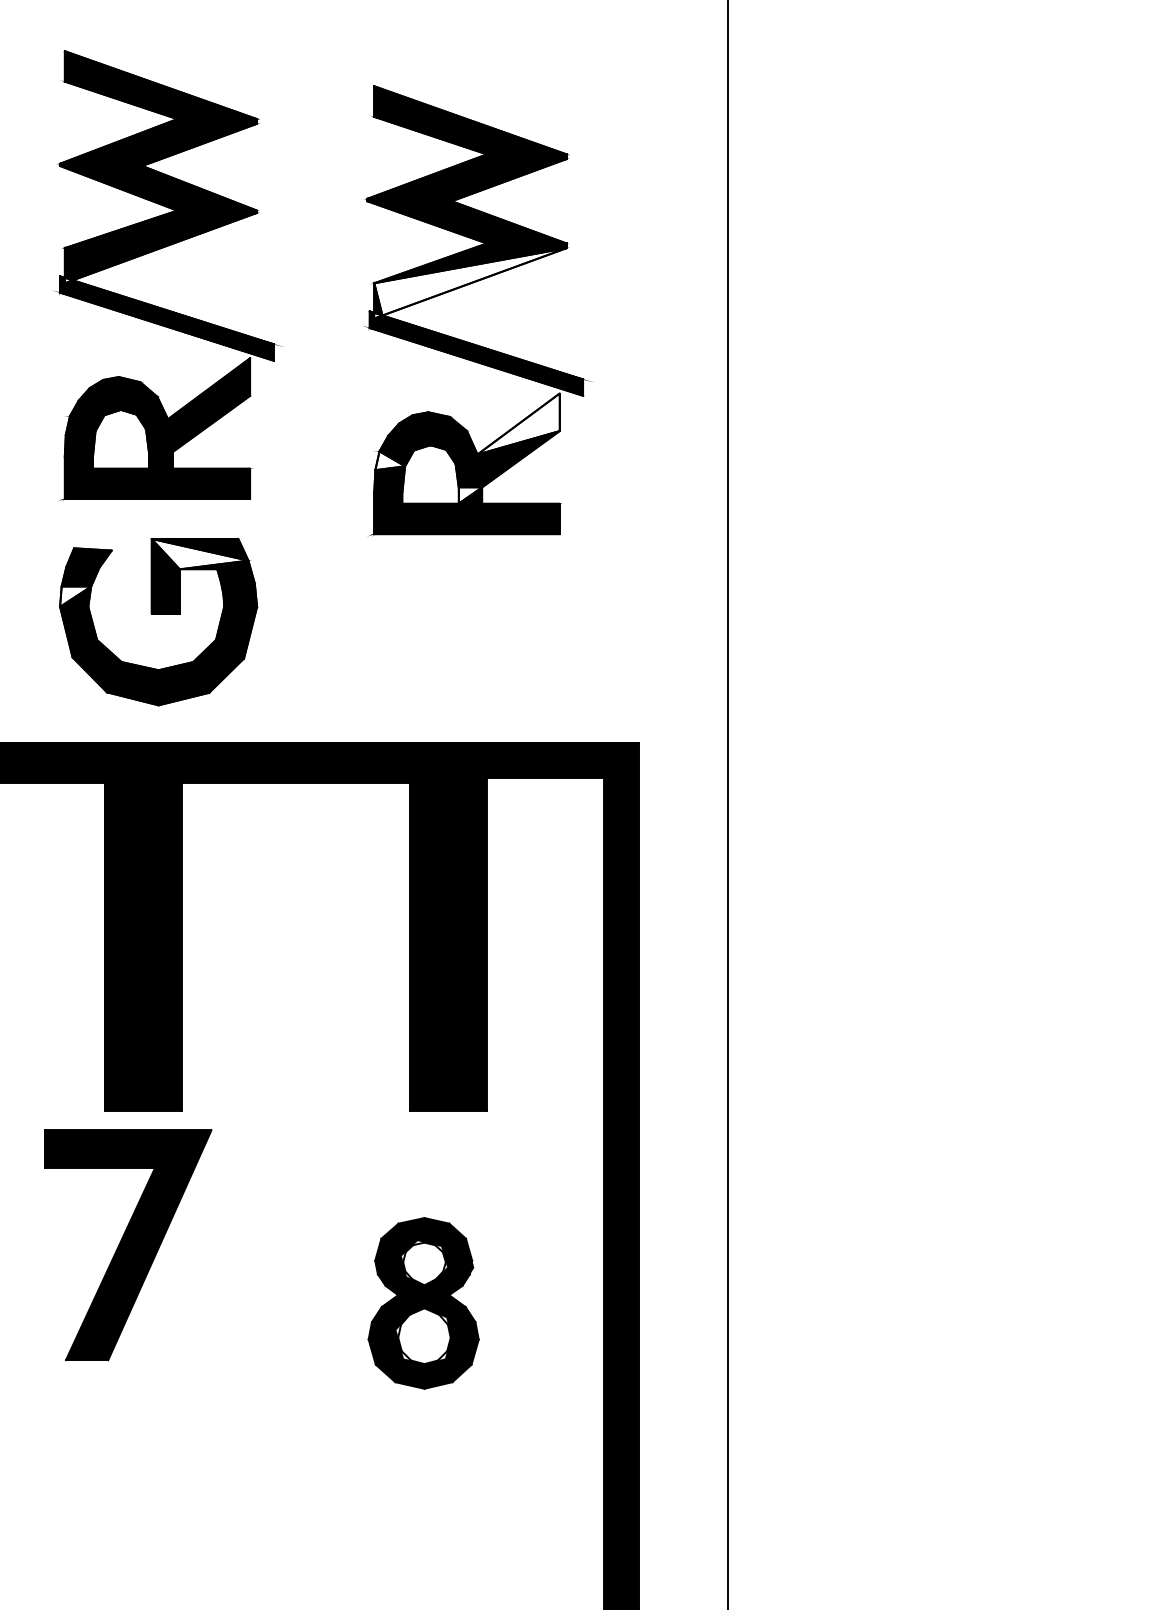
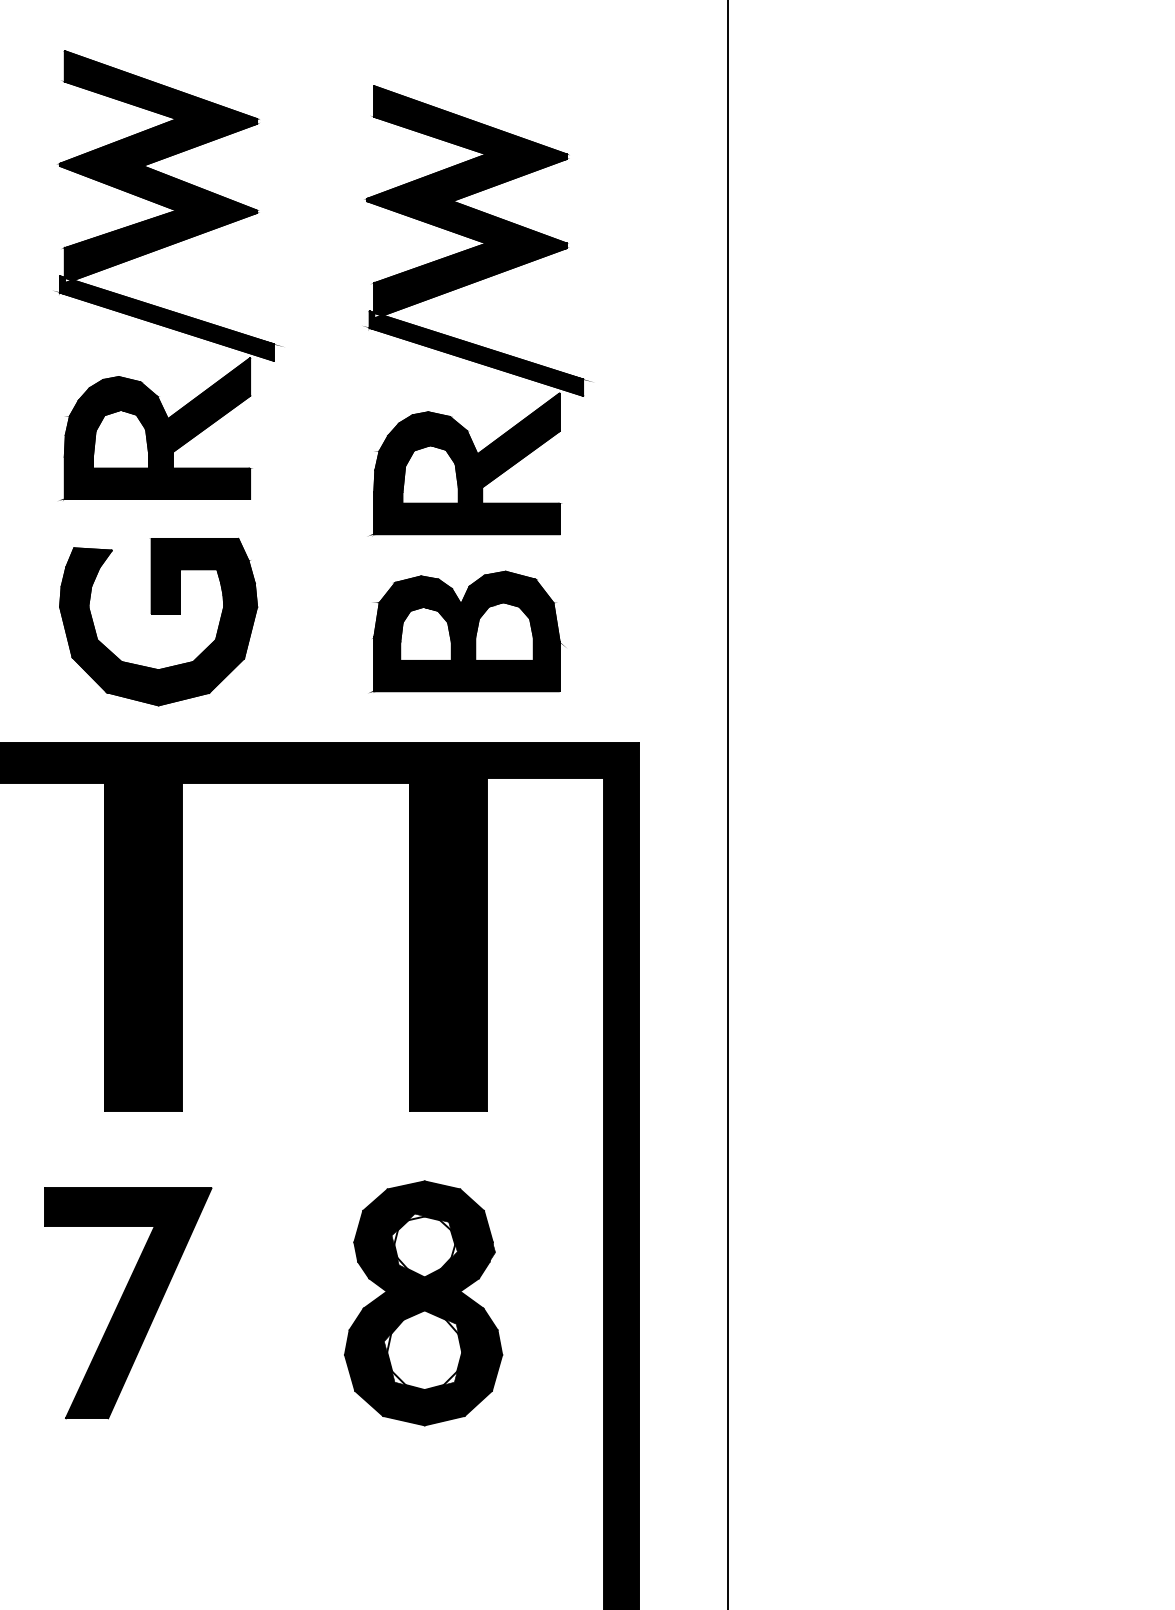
fill at (470, 281): none -> present
fill at (518, 423): none -> present
fill at (390, 460): none -> present
fill at (470, 495): none -> present
fill at (199, 553): none -> present
fill at (75, 596): none -> present
part at (467, 631): none -> present
part at (128, 1245) position: (128, 1245) -> (128, 1303)
part at (423, 1303) size: 113x173 px -> 160x247 px
